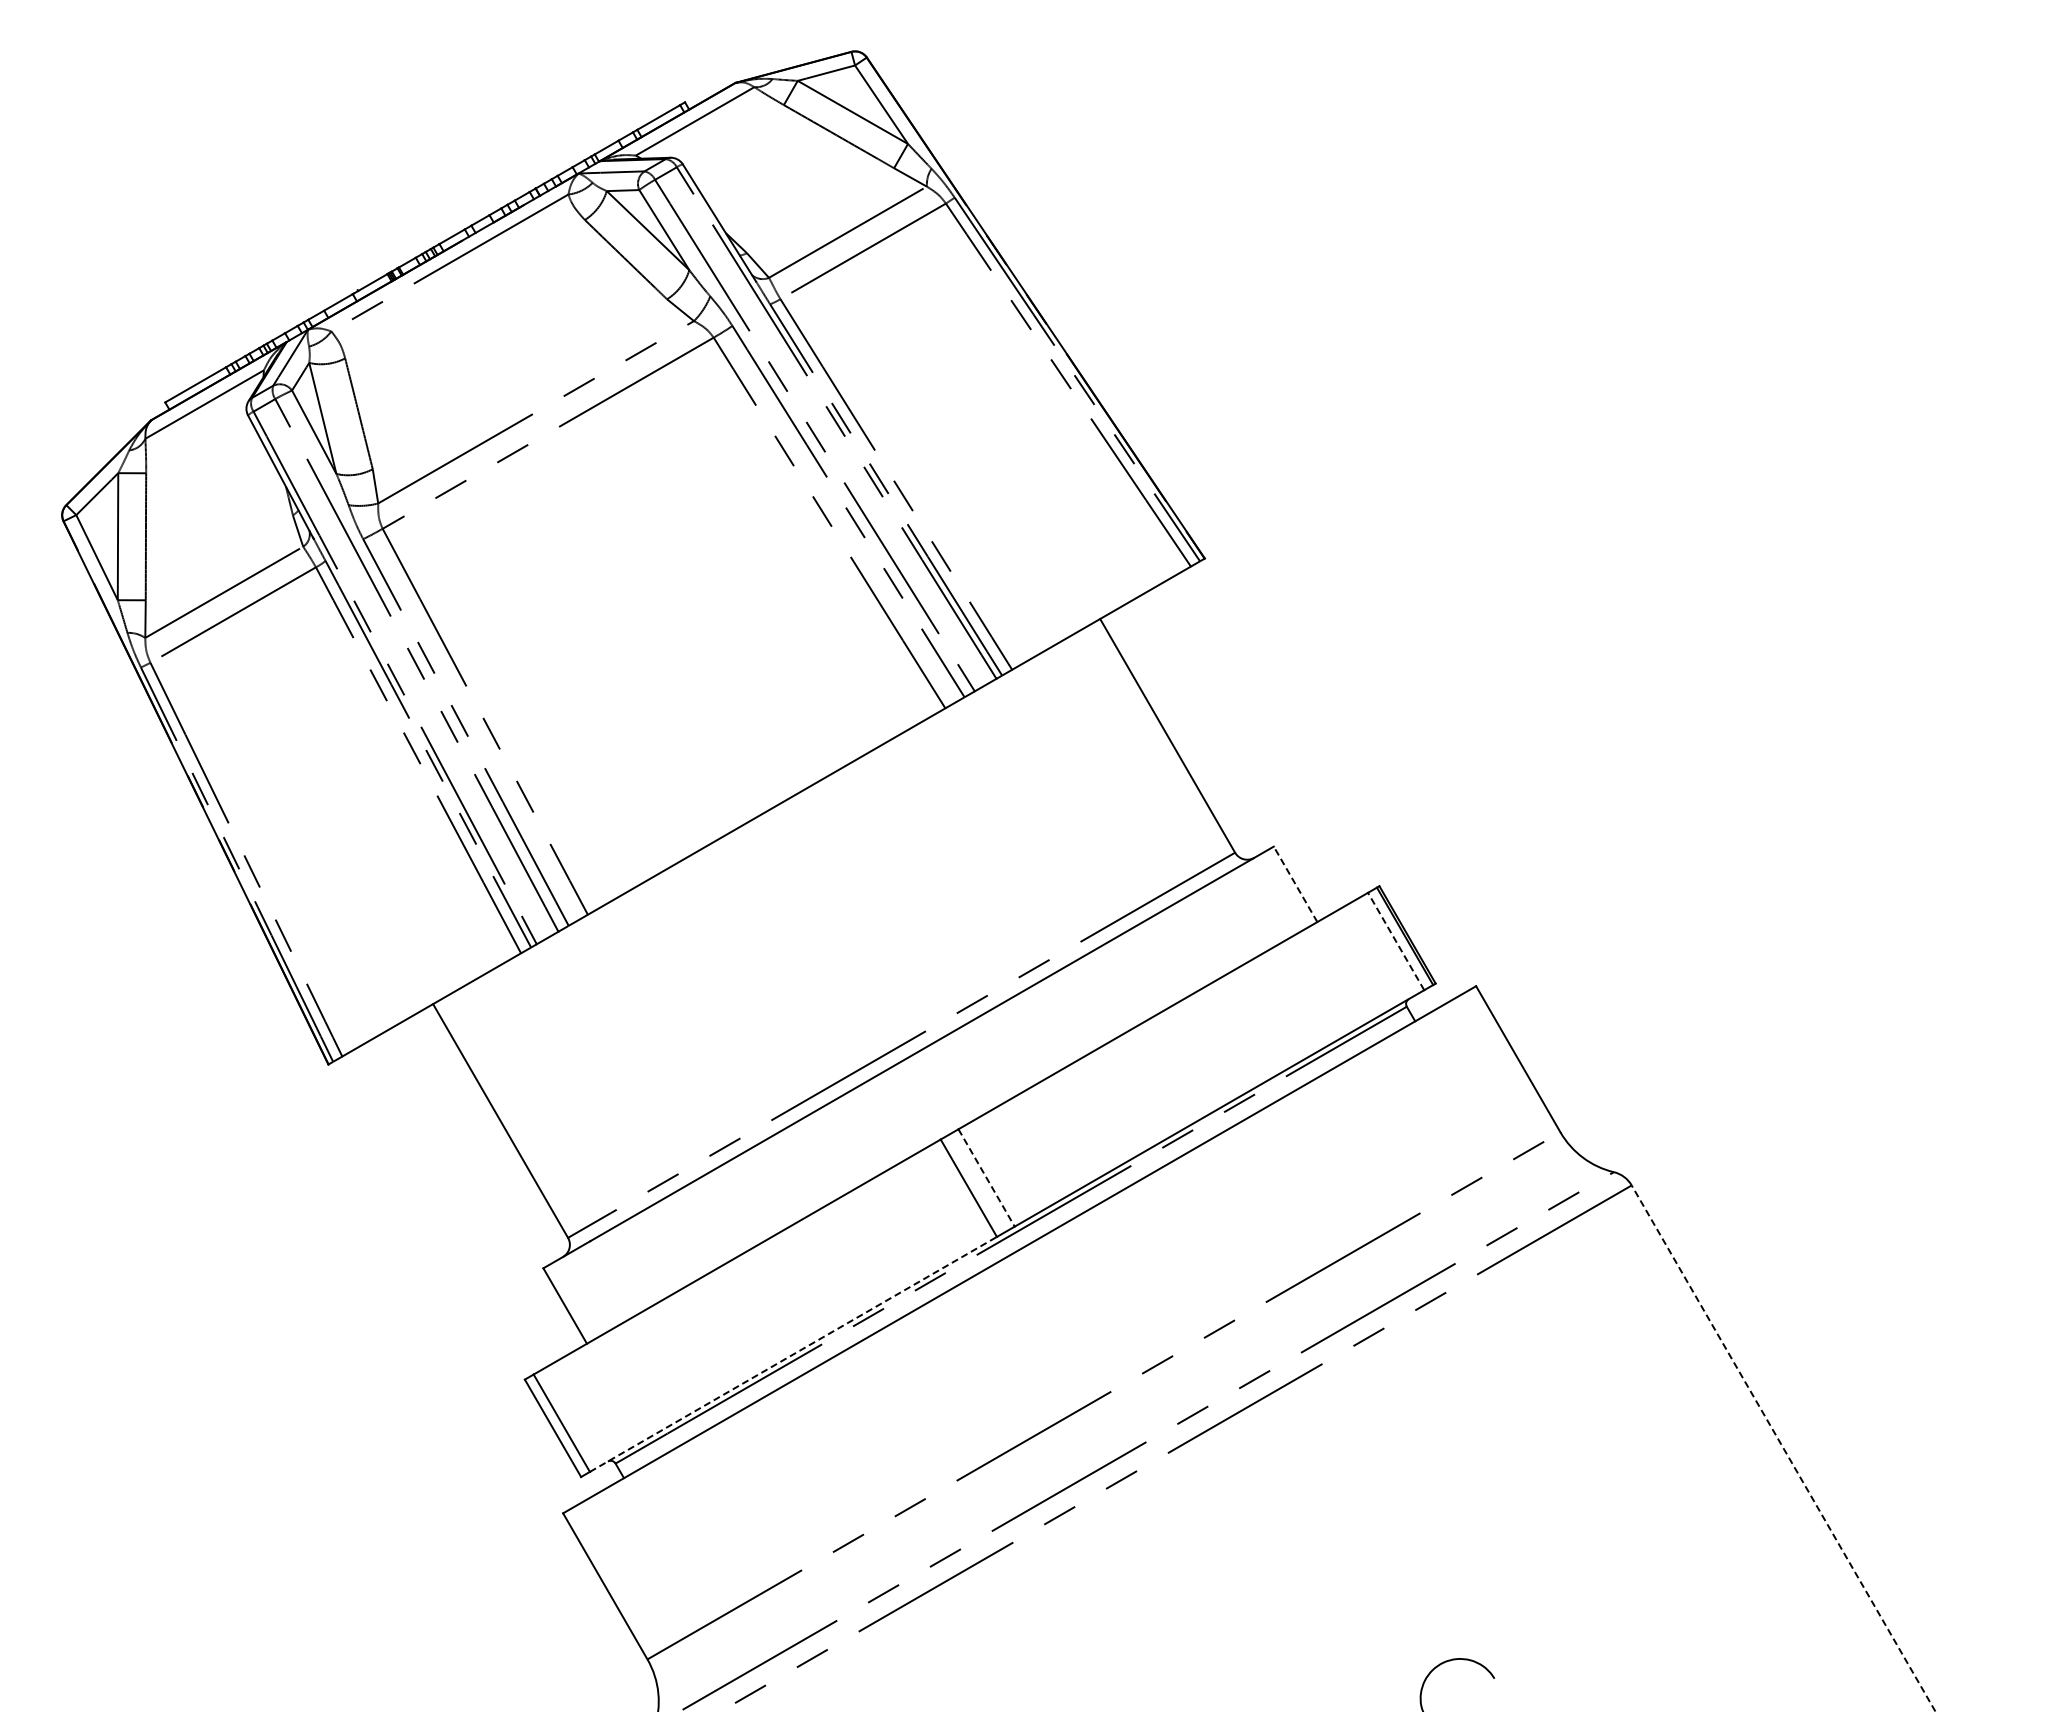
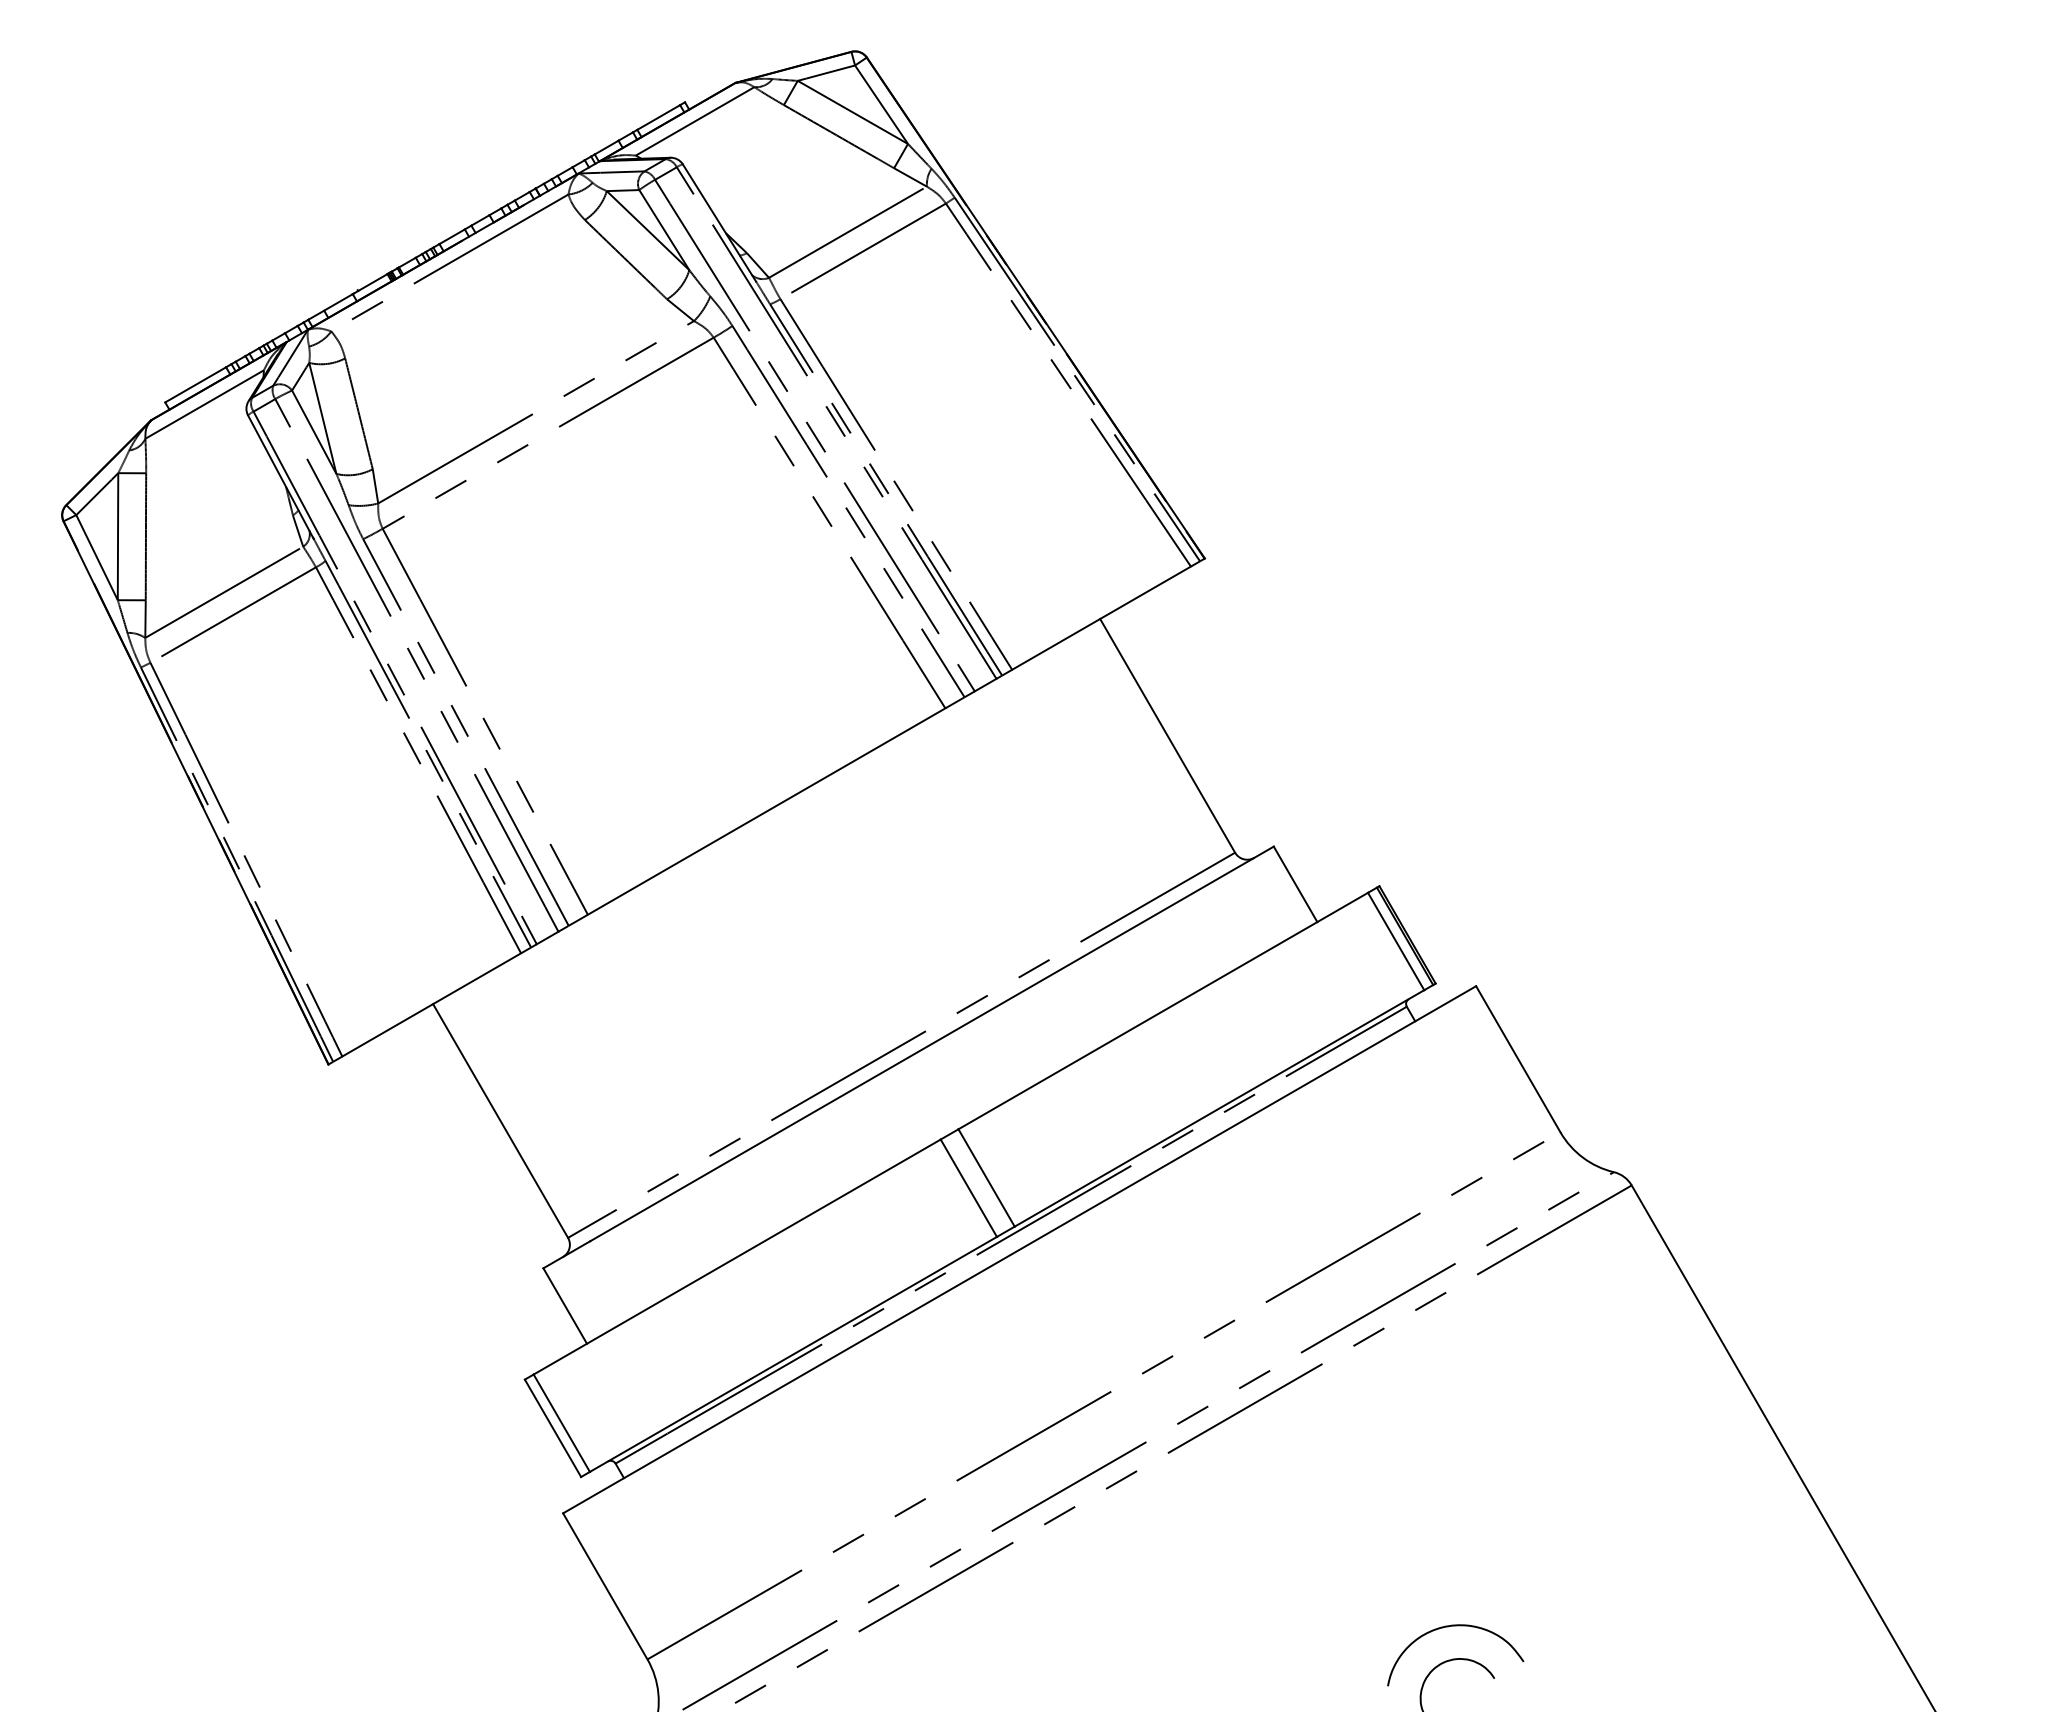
line at (1295, 884): dashed -> solid
line at (1395, 941): dashed -> solid
line at (986, 1178): dashed -> solid
line at (793, 1354): dashed -> solid
line at (1783, 1448): dashed -> solid
curve at (1448, 1627): none -> present
